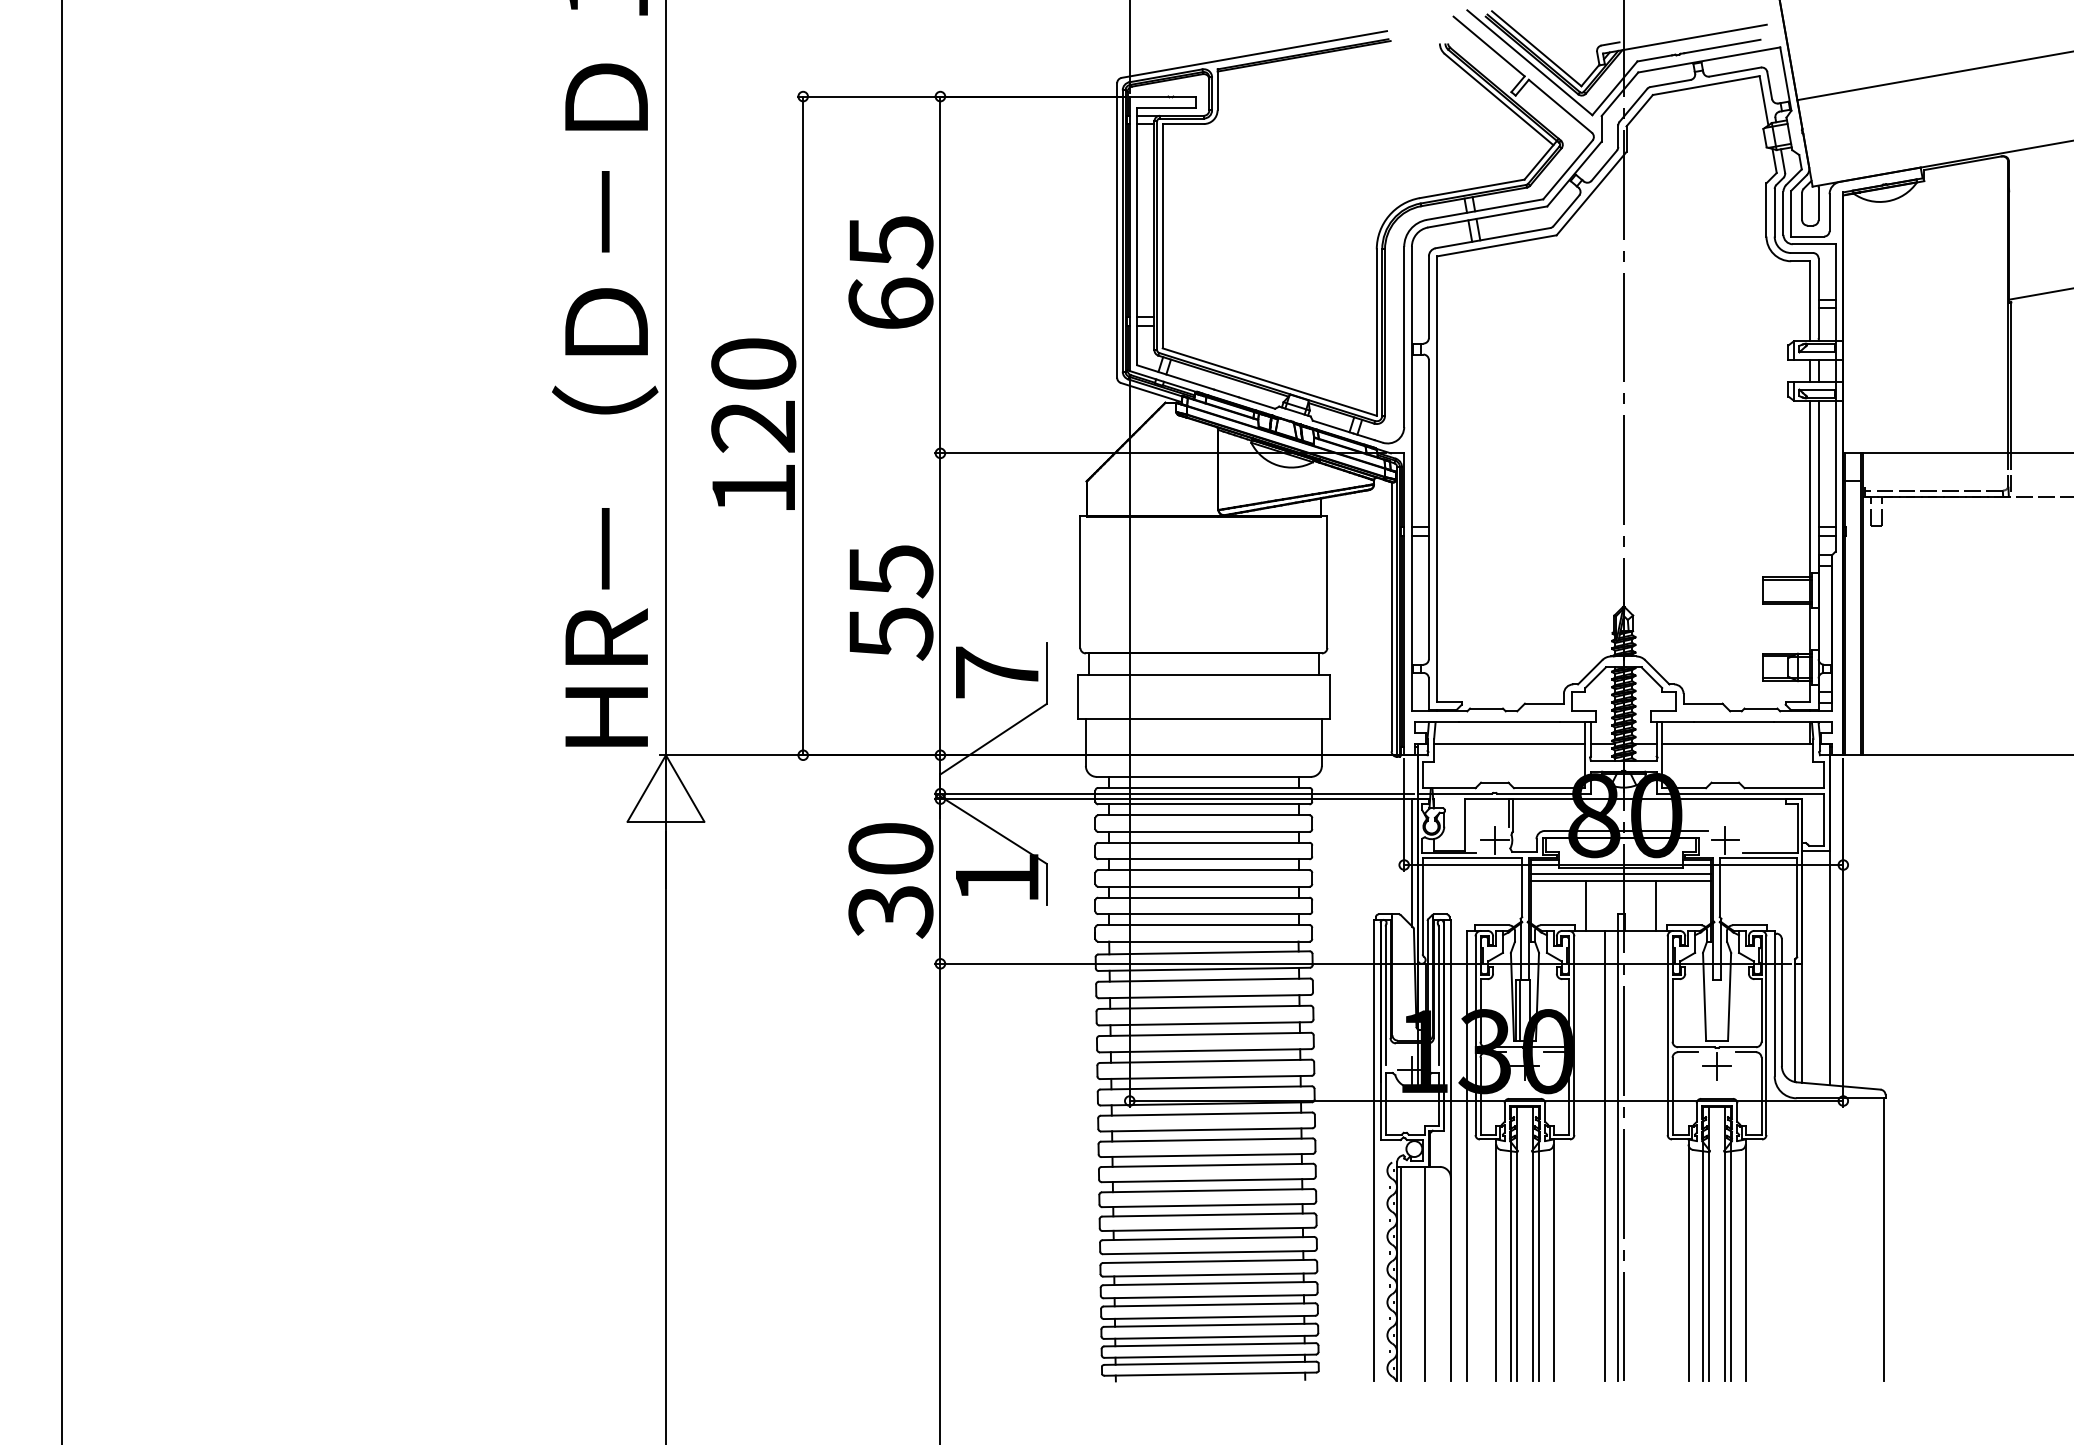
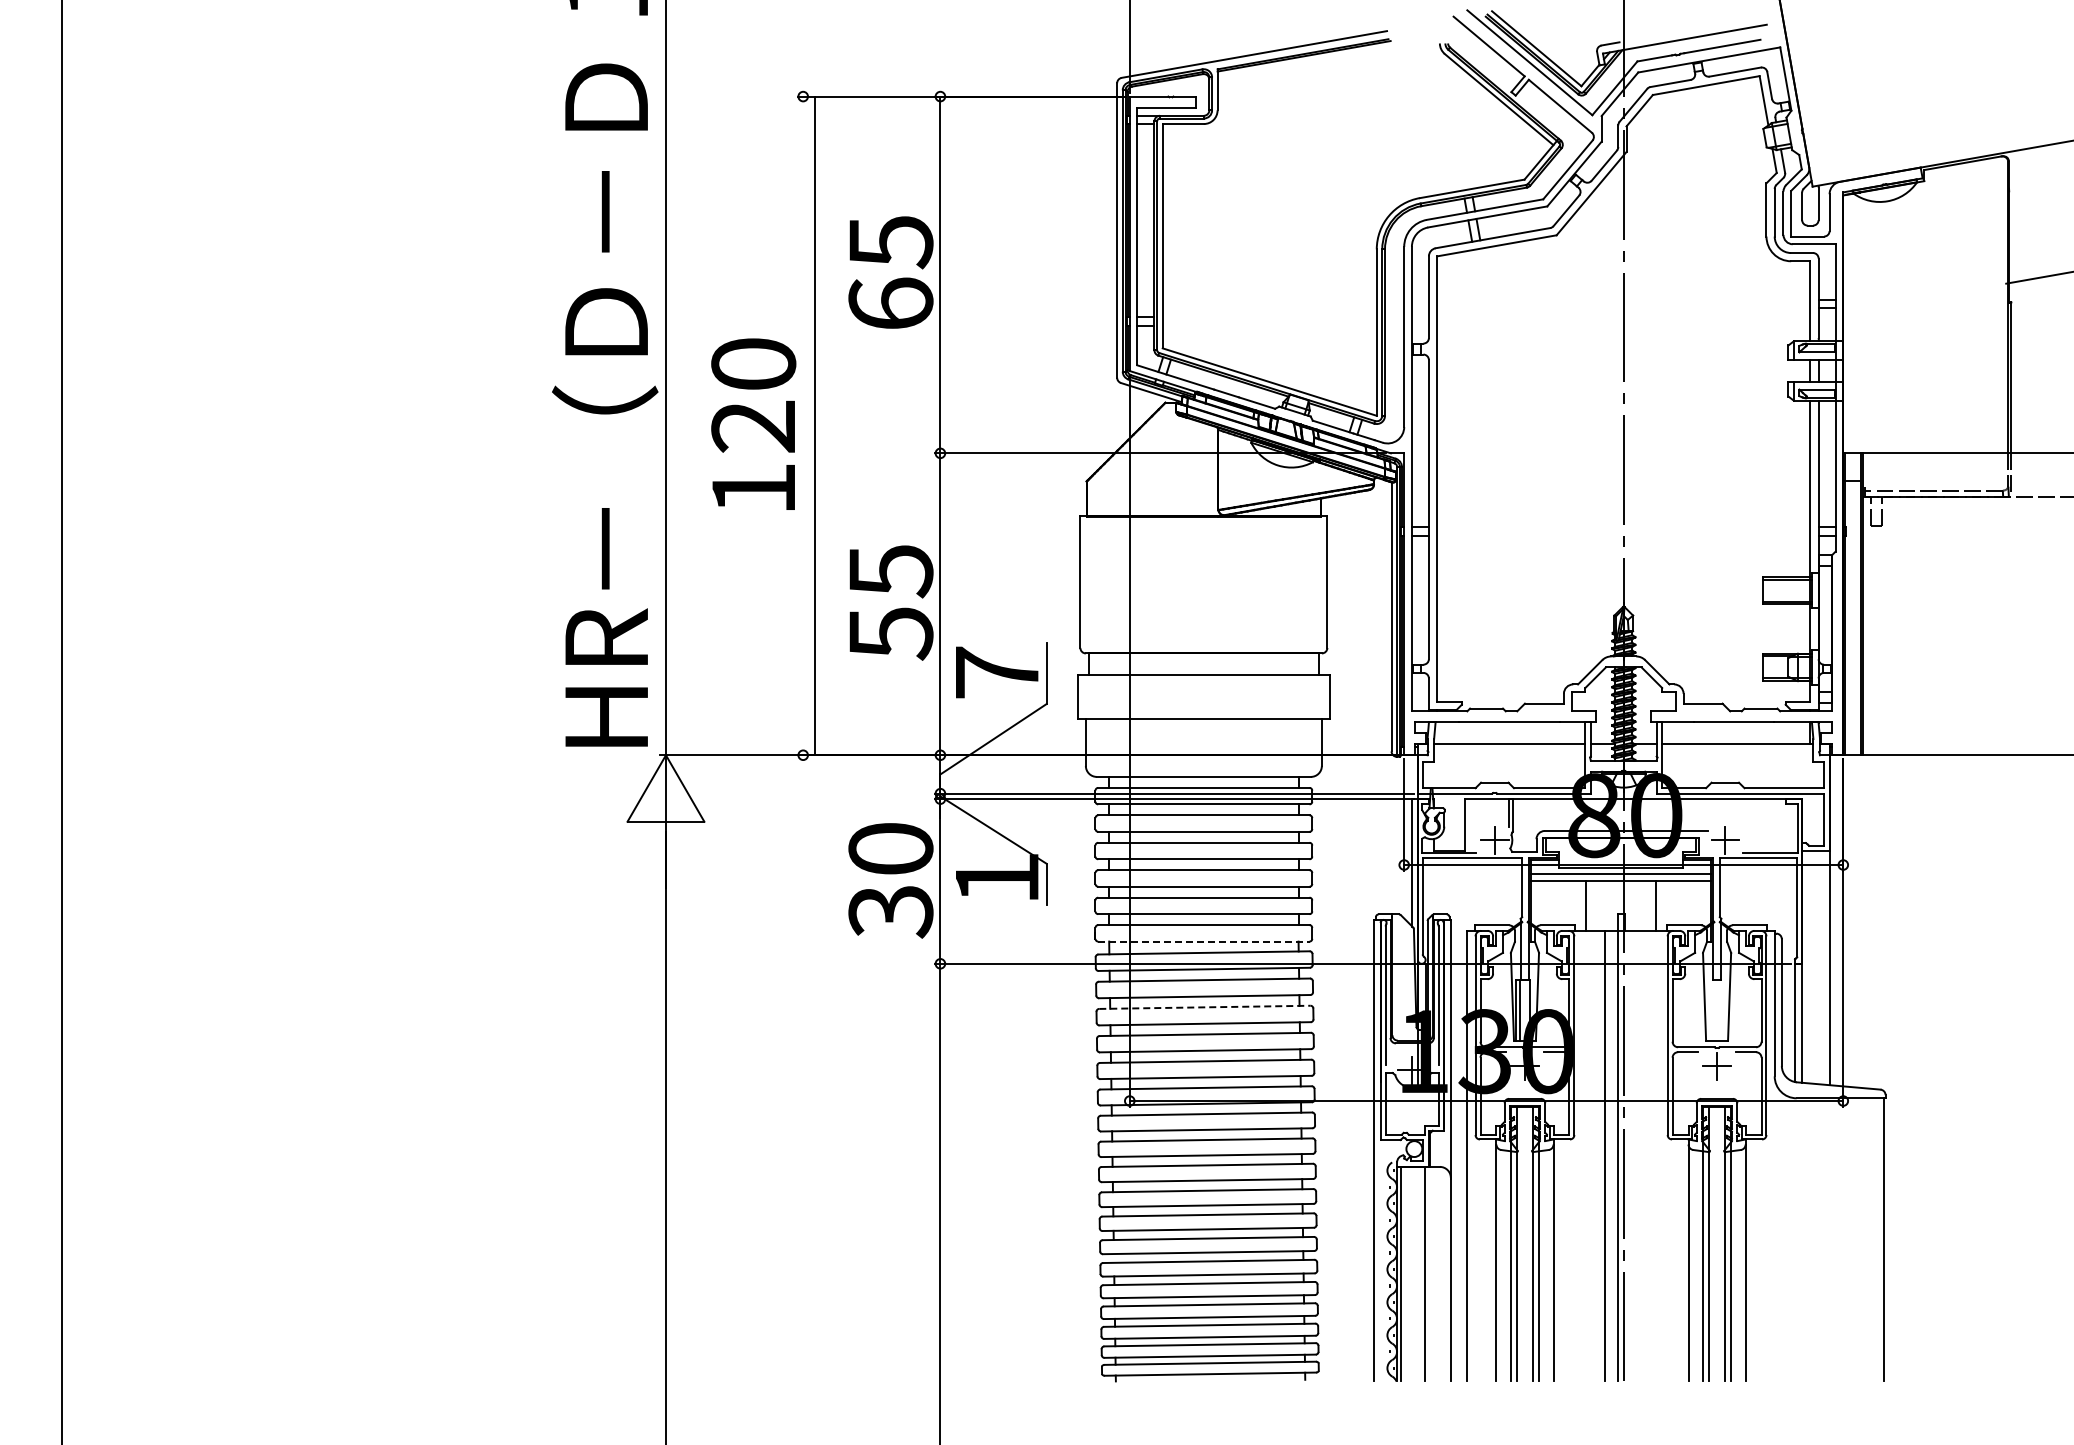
line at (1933, 76): present -> none
line at (2039, 293) position: (2039, 293) -> (2038, 277)
line at (803, 425) position: (803, 425) -> (815, 425)
line at (1203, 941): solid -> dashed
line at (1204, 1007): solid -> dashed
